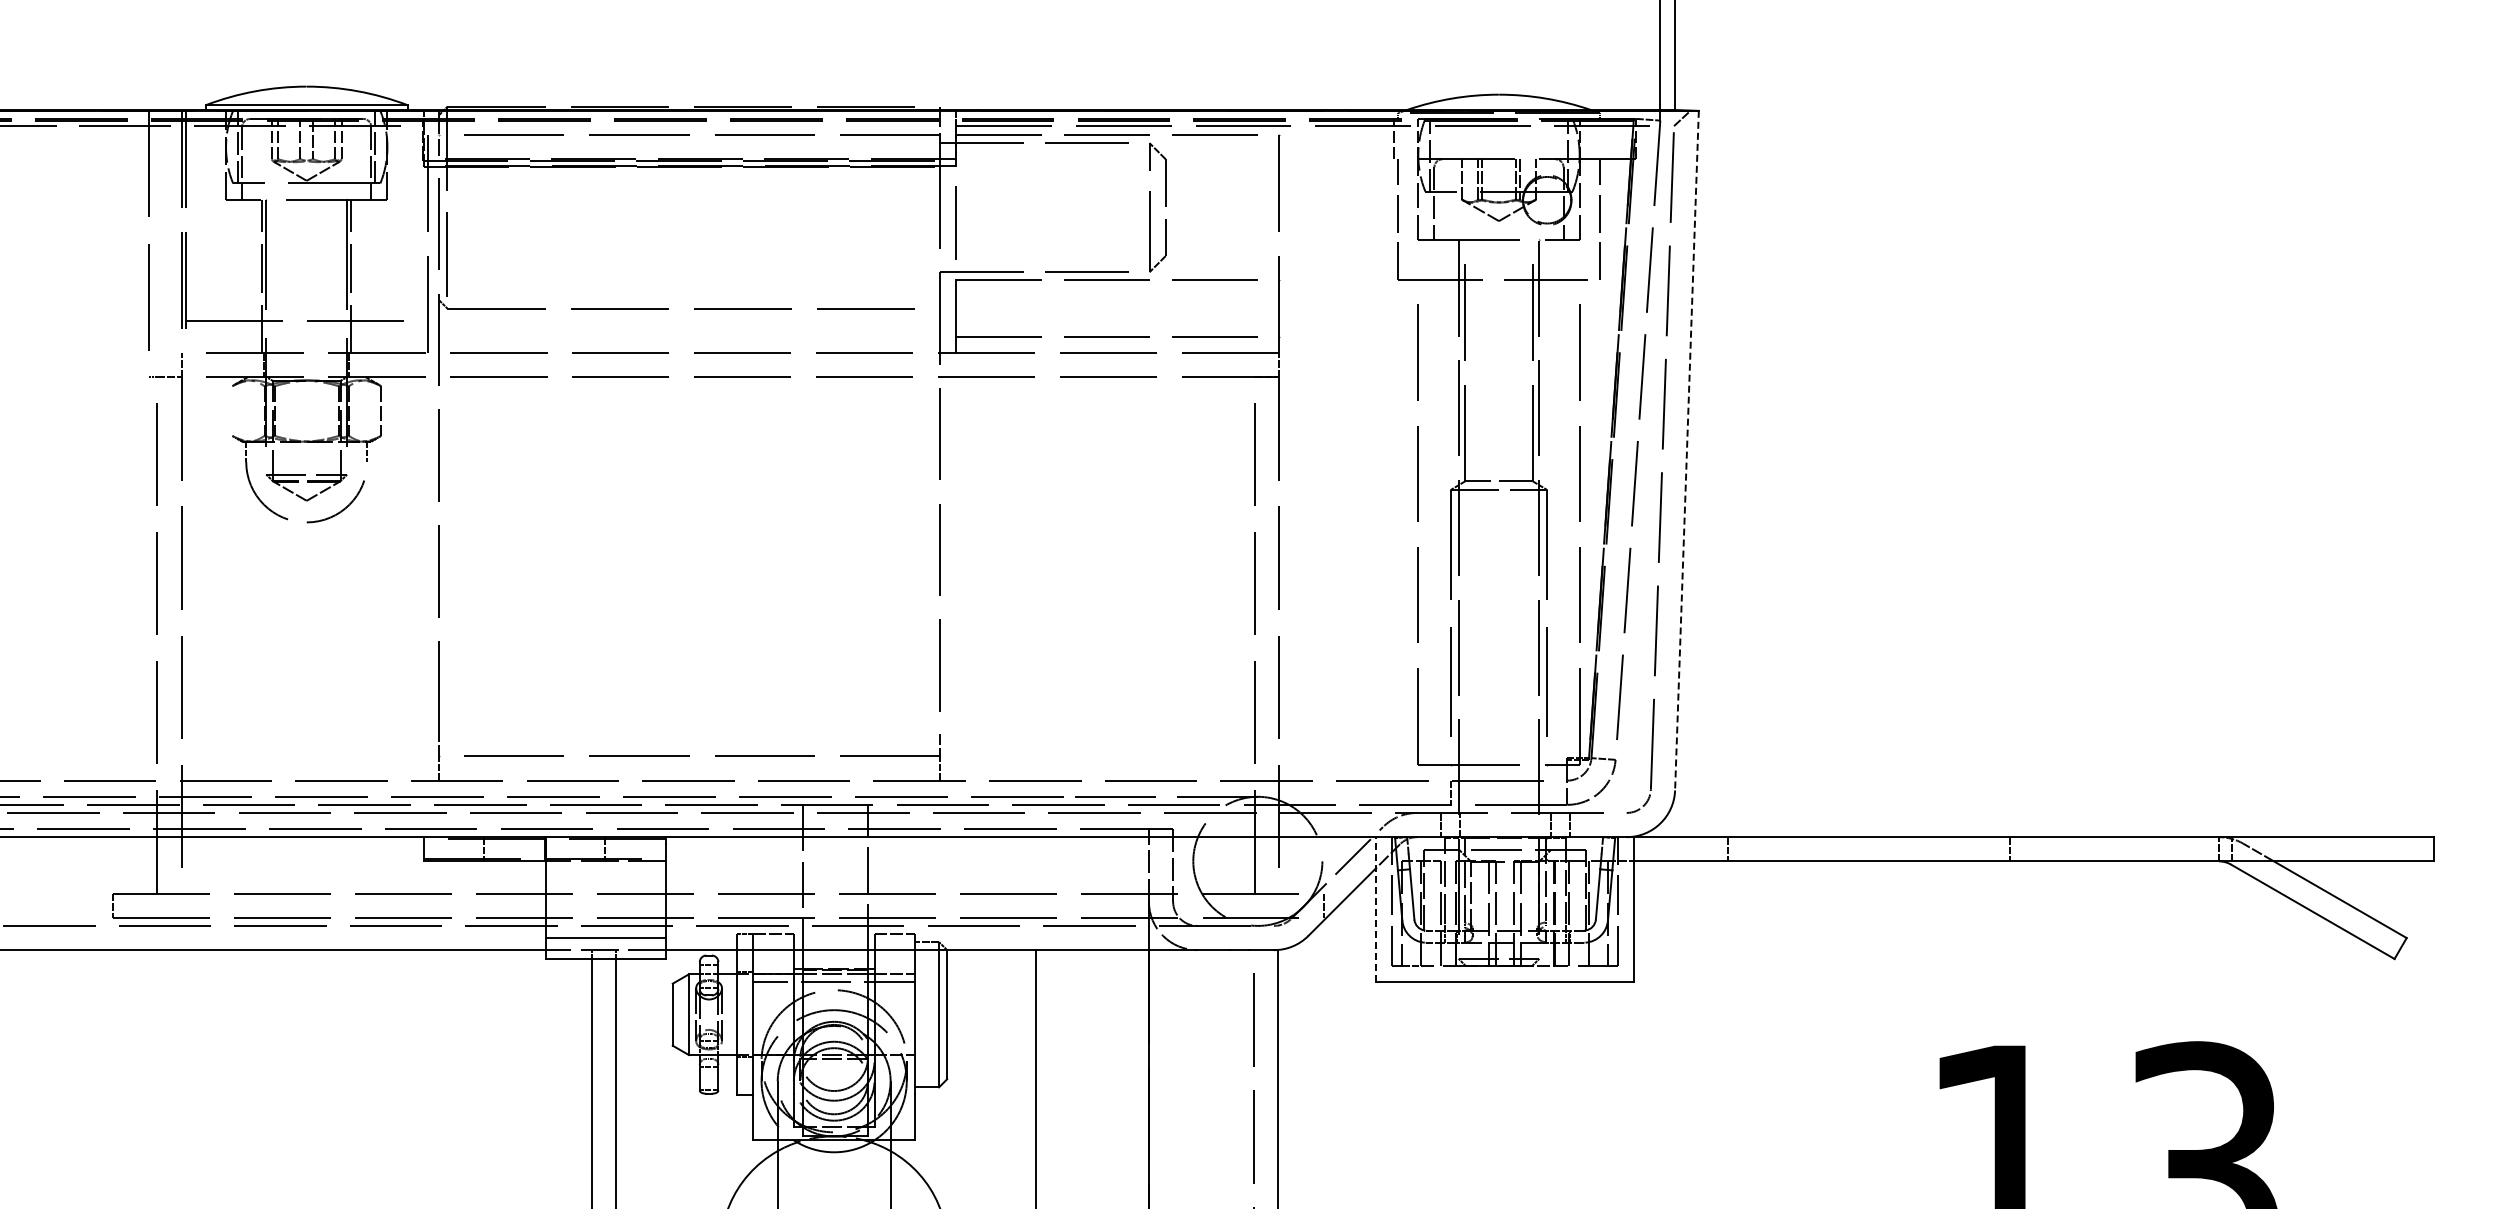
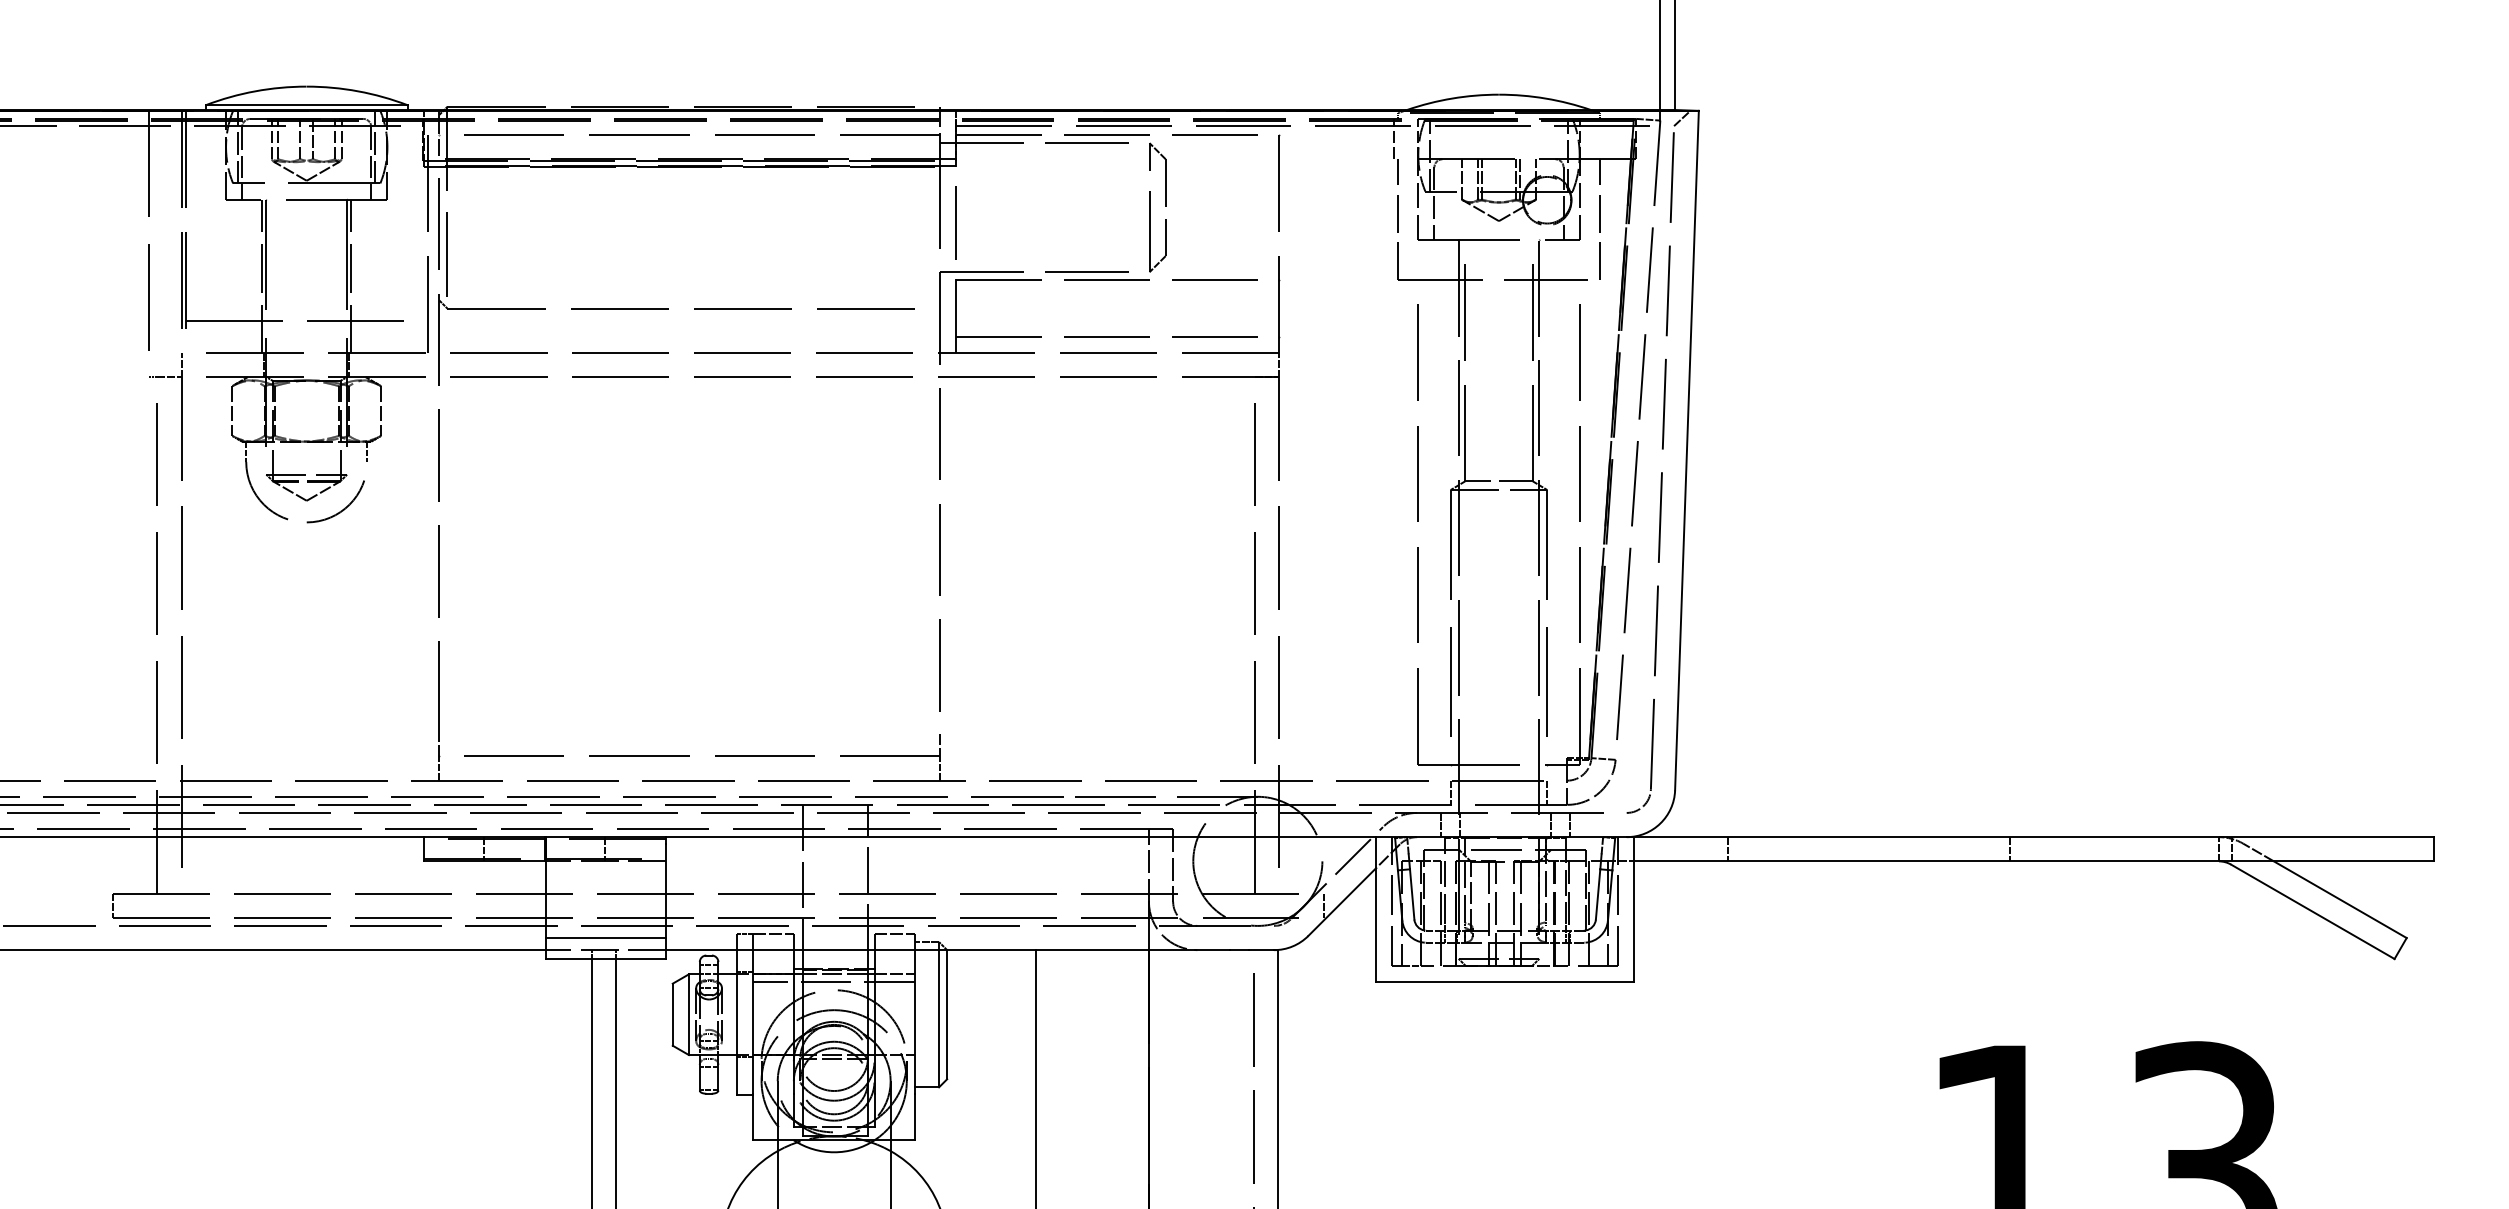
line at (232, 410): none -> present
line at (1686, 450): dashed -> solid
line at (1547, 792): none -> present
line at (1376, 909): dashed -> solid
